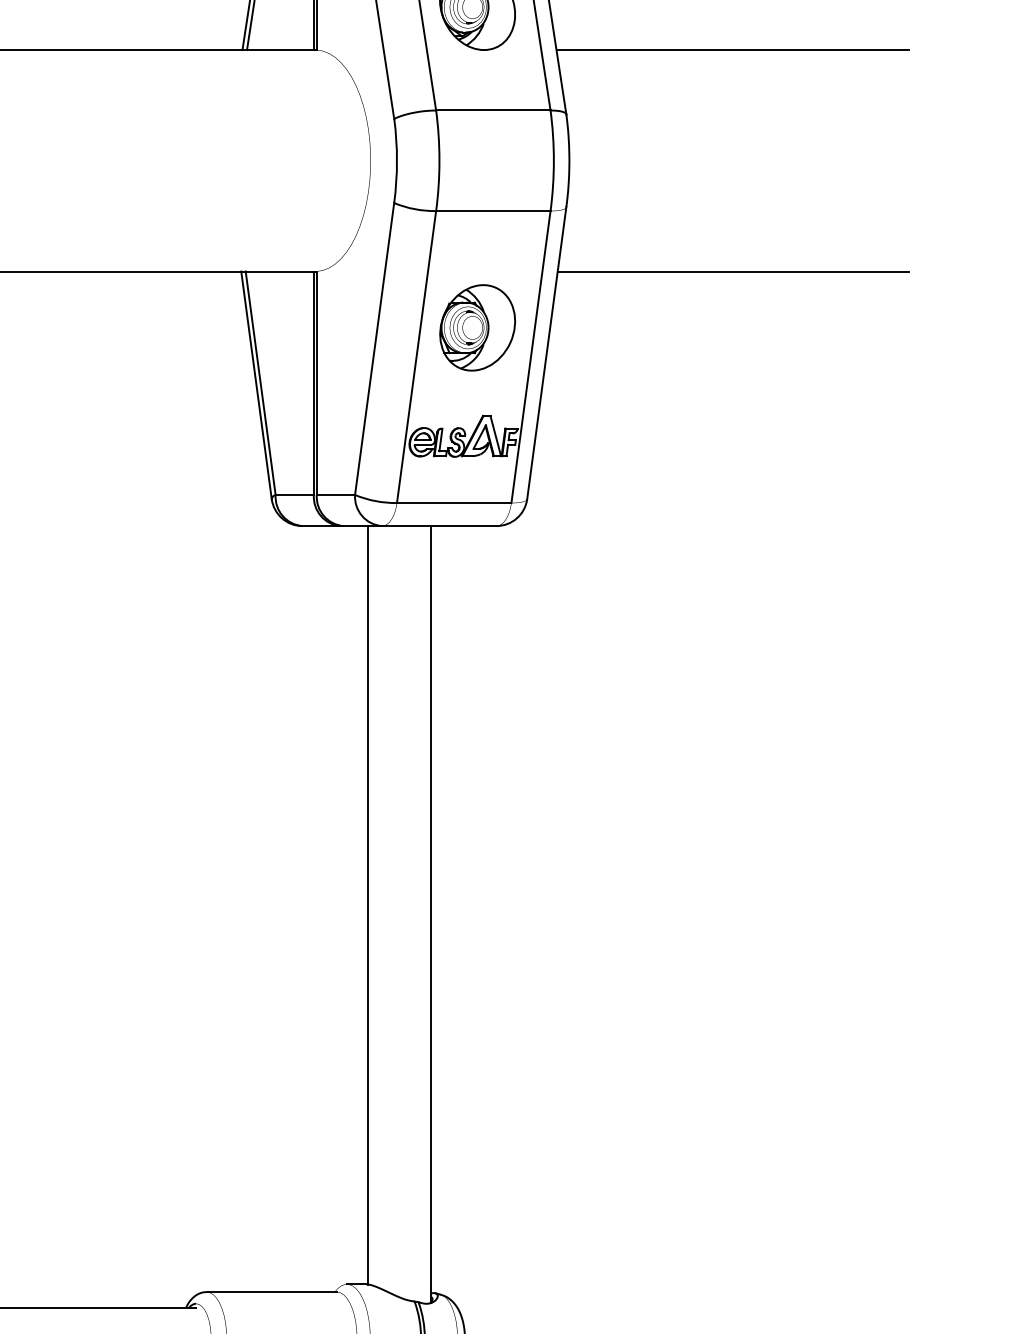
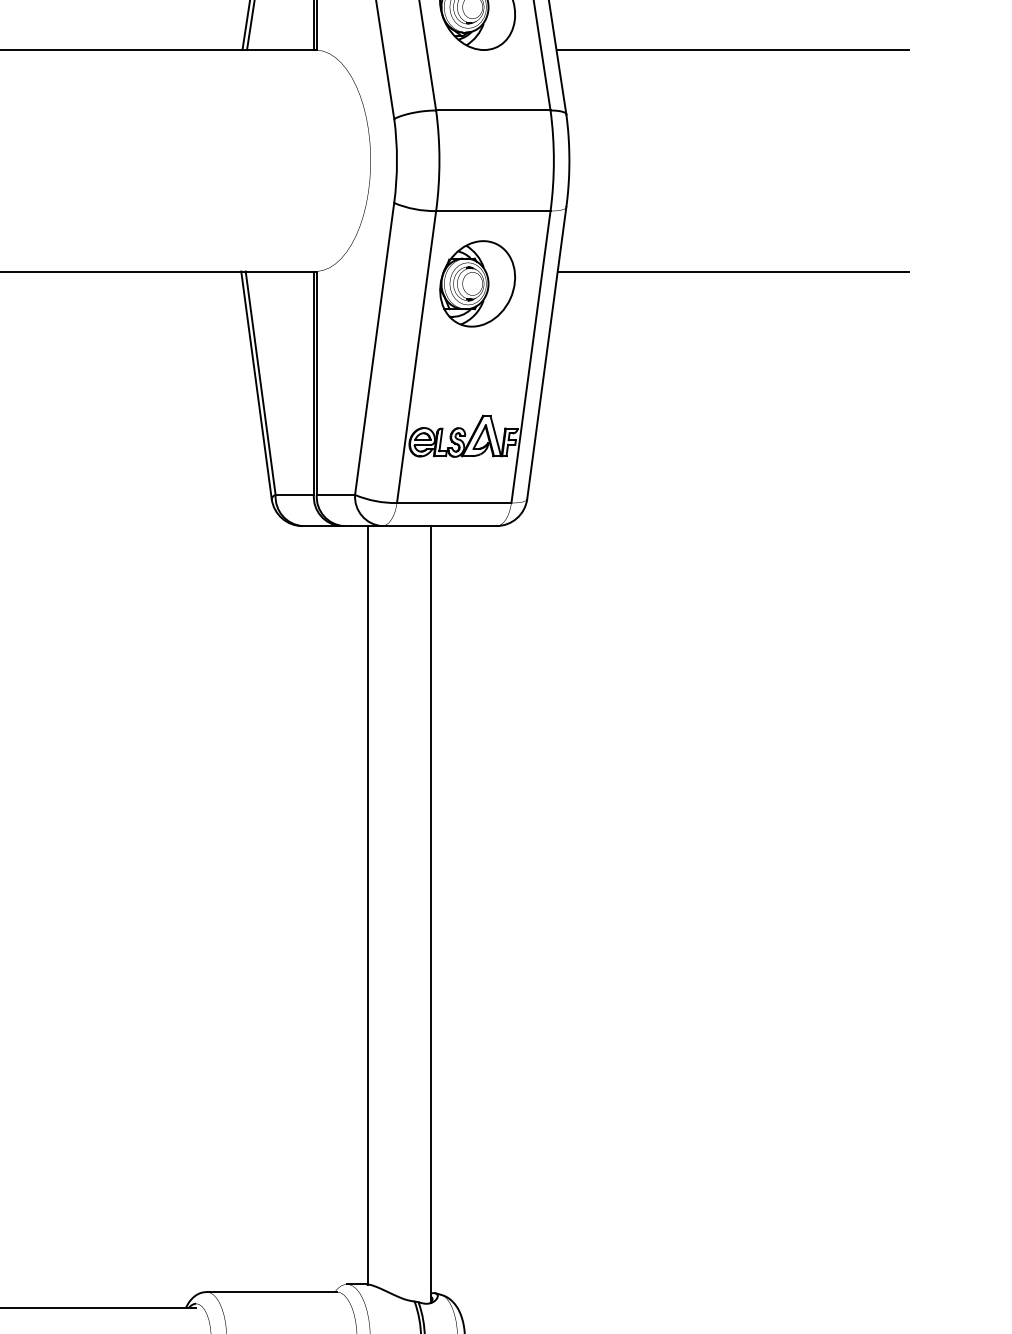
part at (477, 327) position: (477, 327) -> (477, 283)
